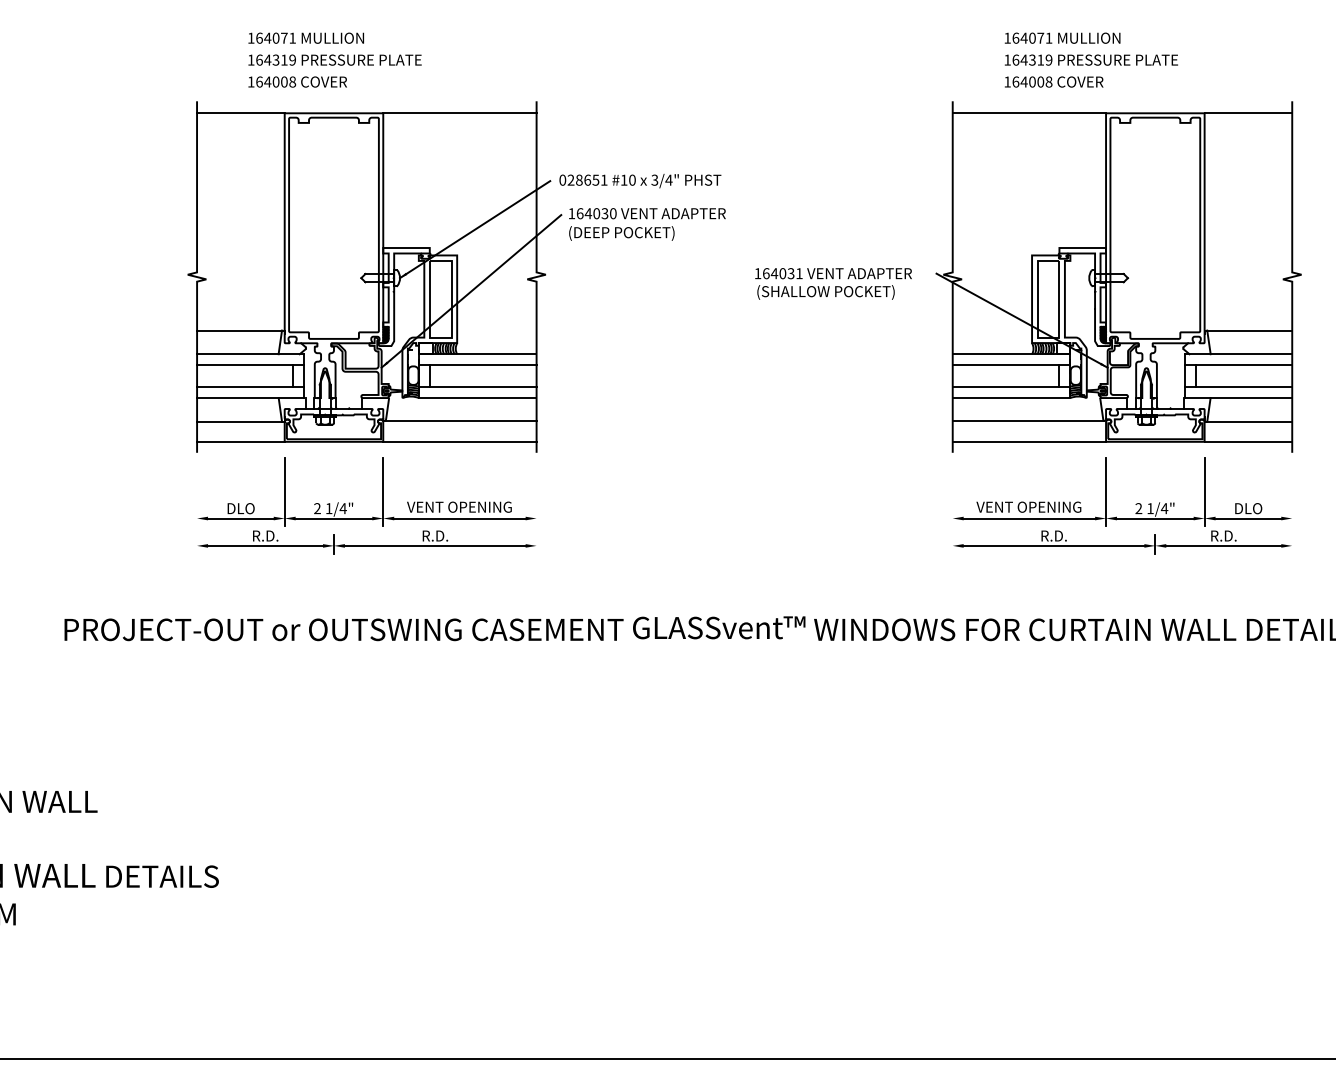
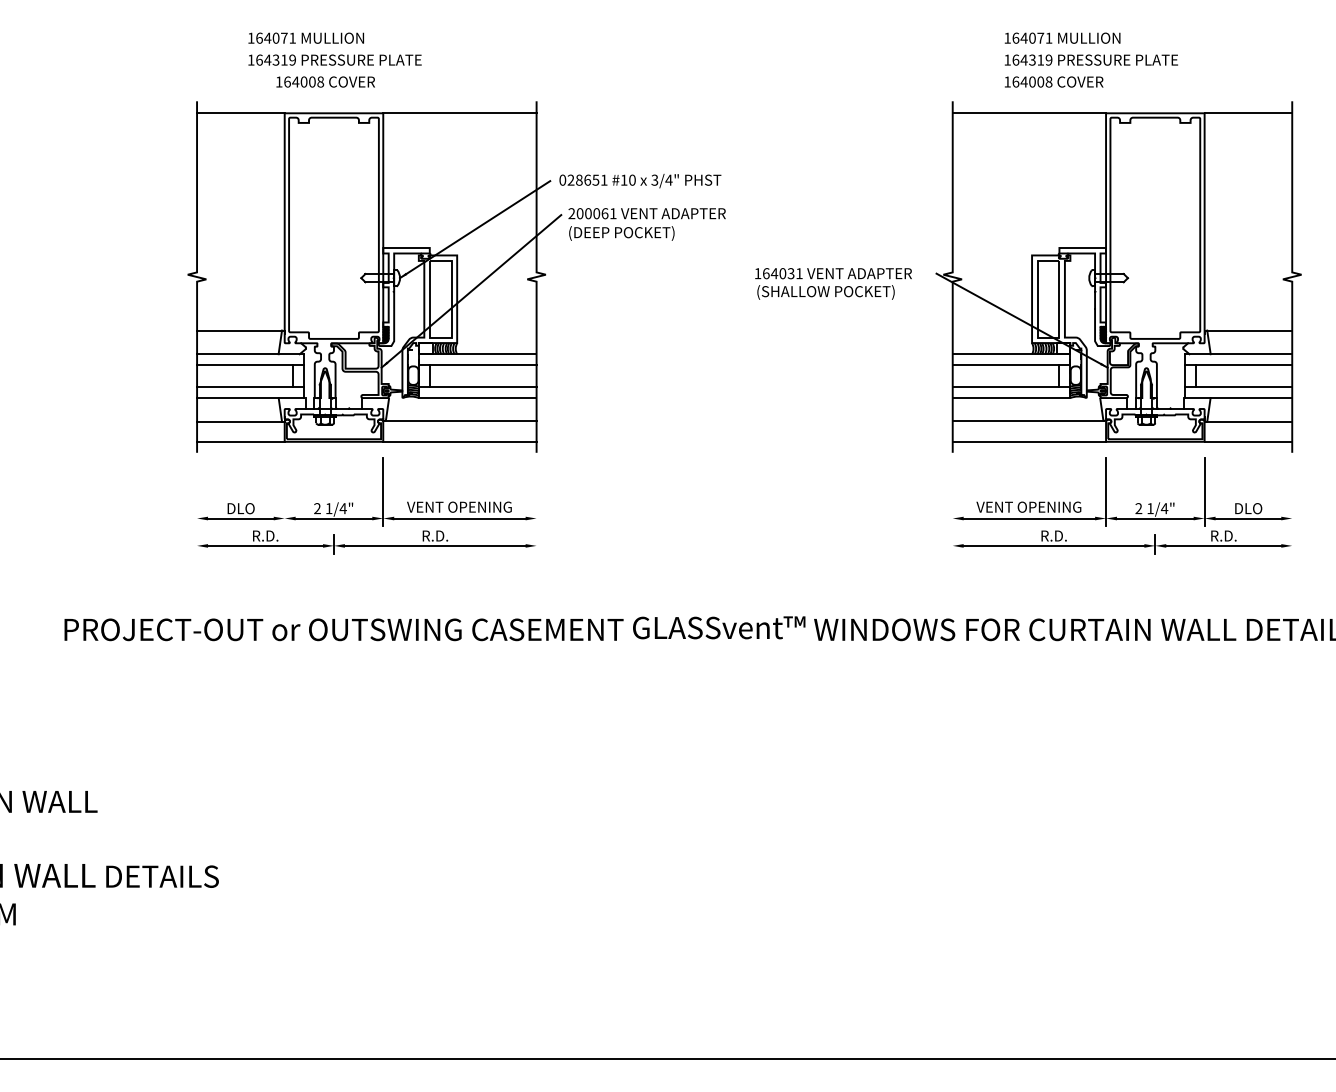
text at (297, 81) position: (297, 81) -> (325, 81)
text at (592, 213): 164030 -> 200061
line at (284, 492): present -> none
